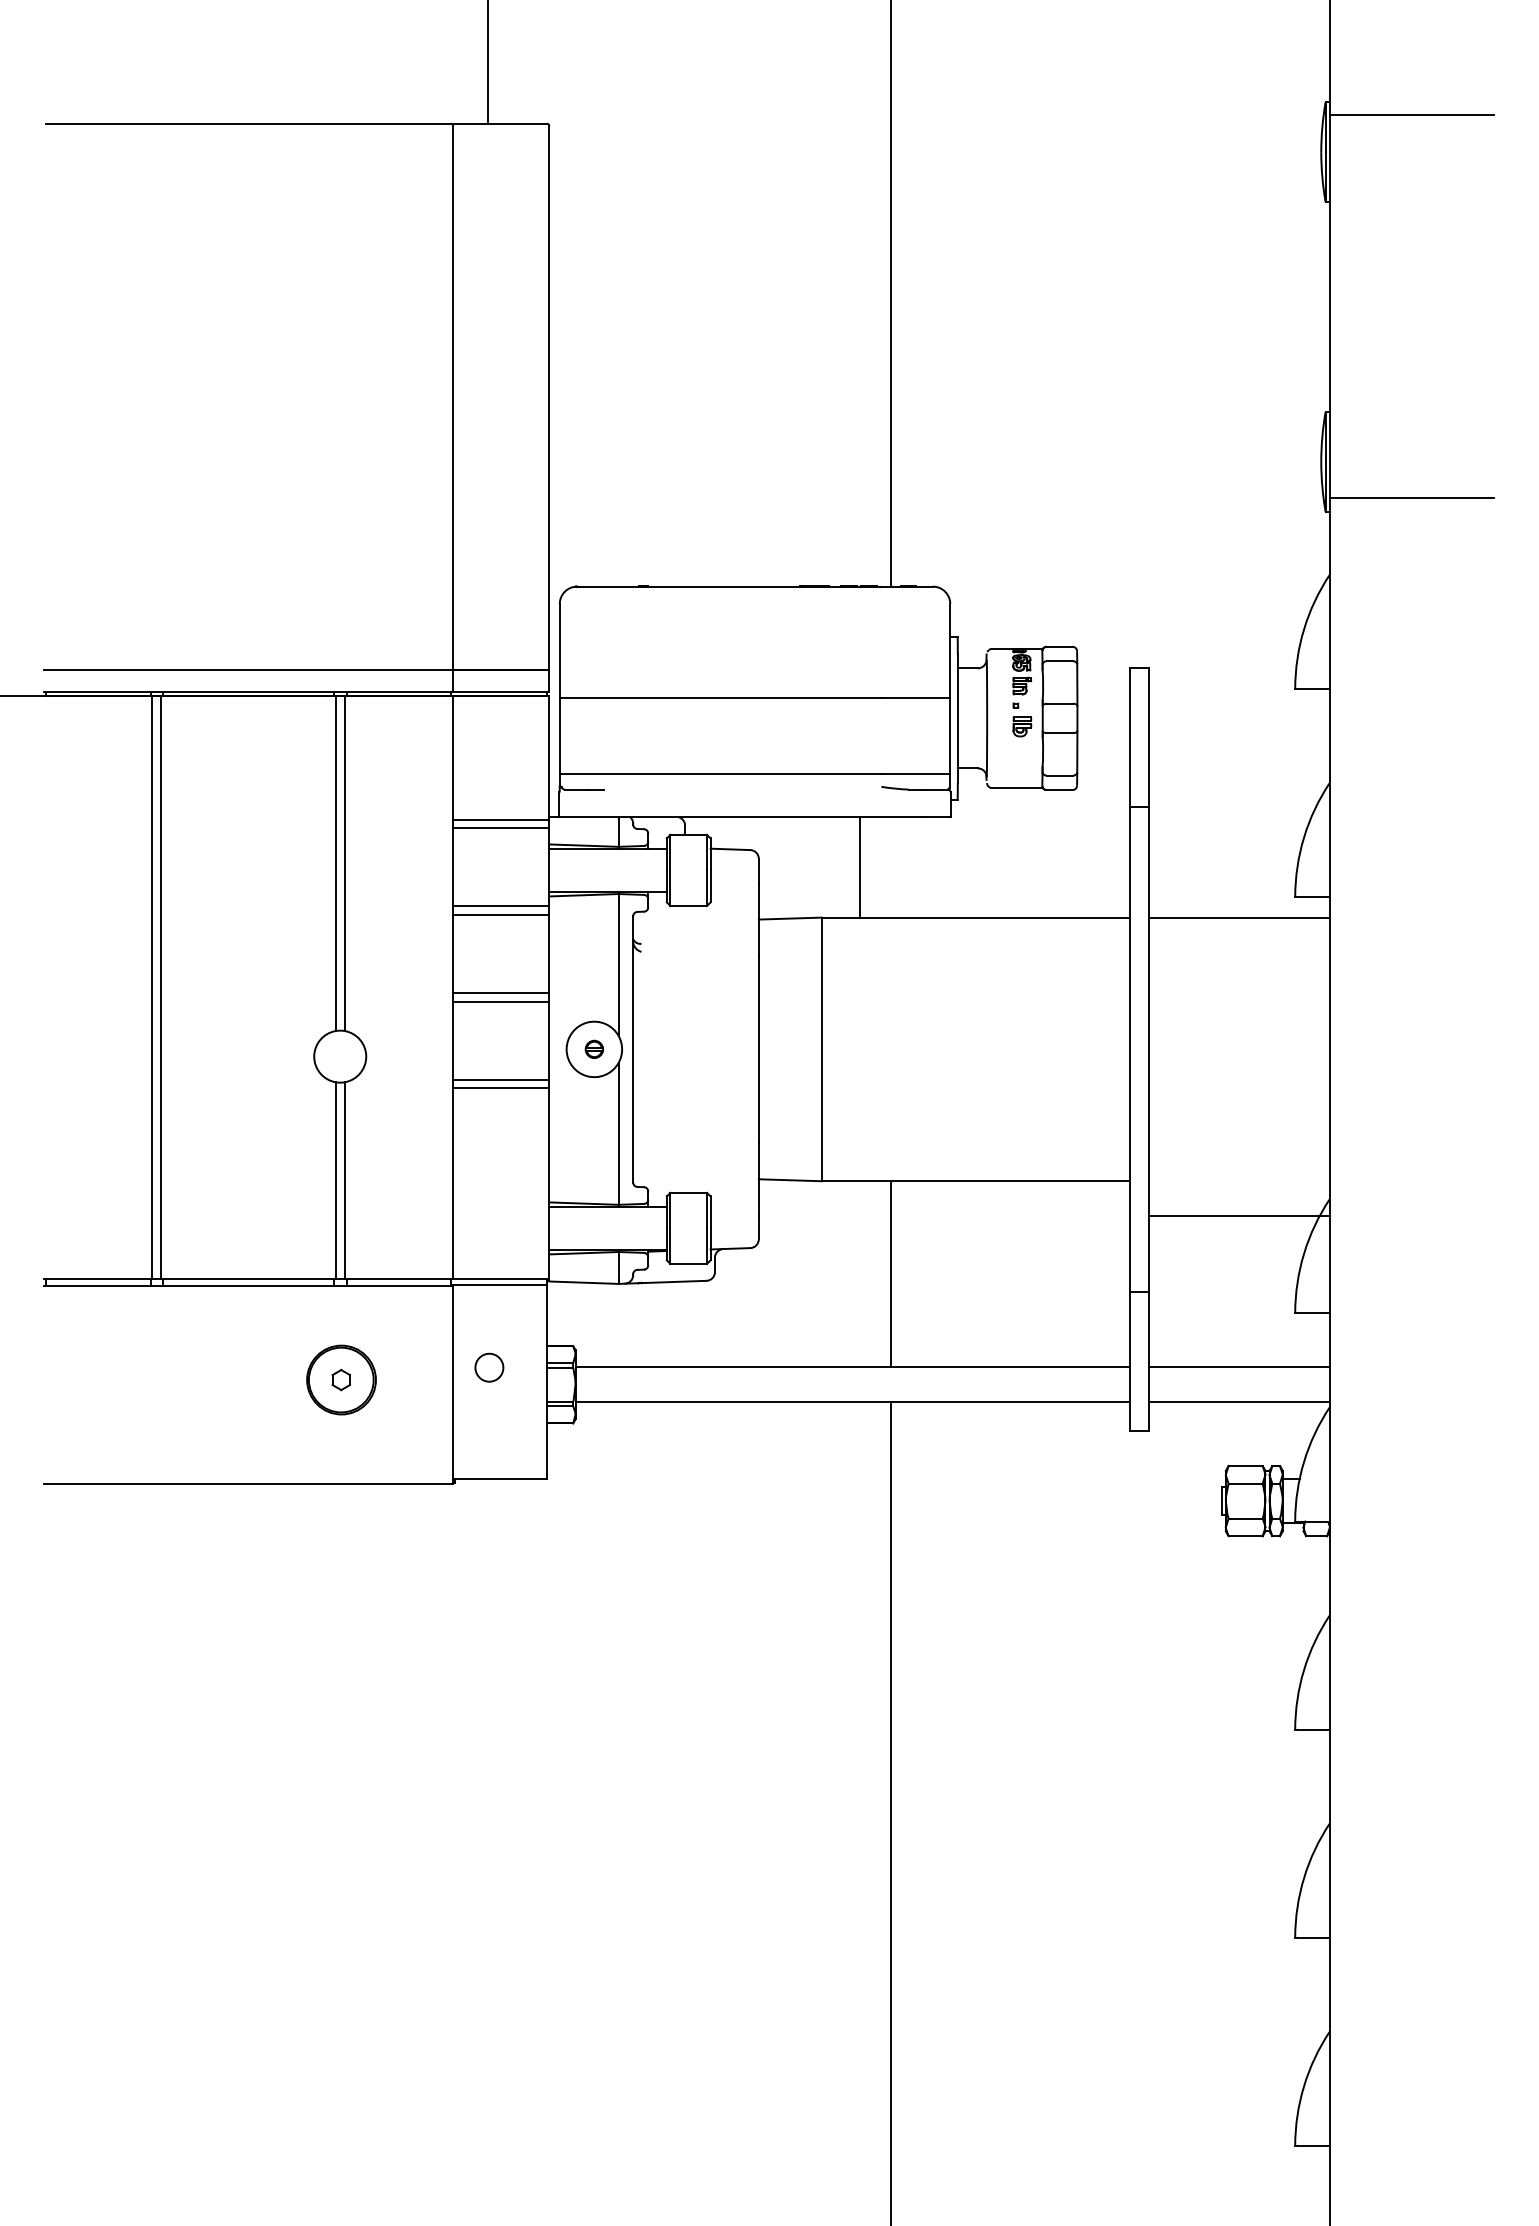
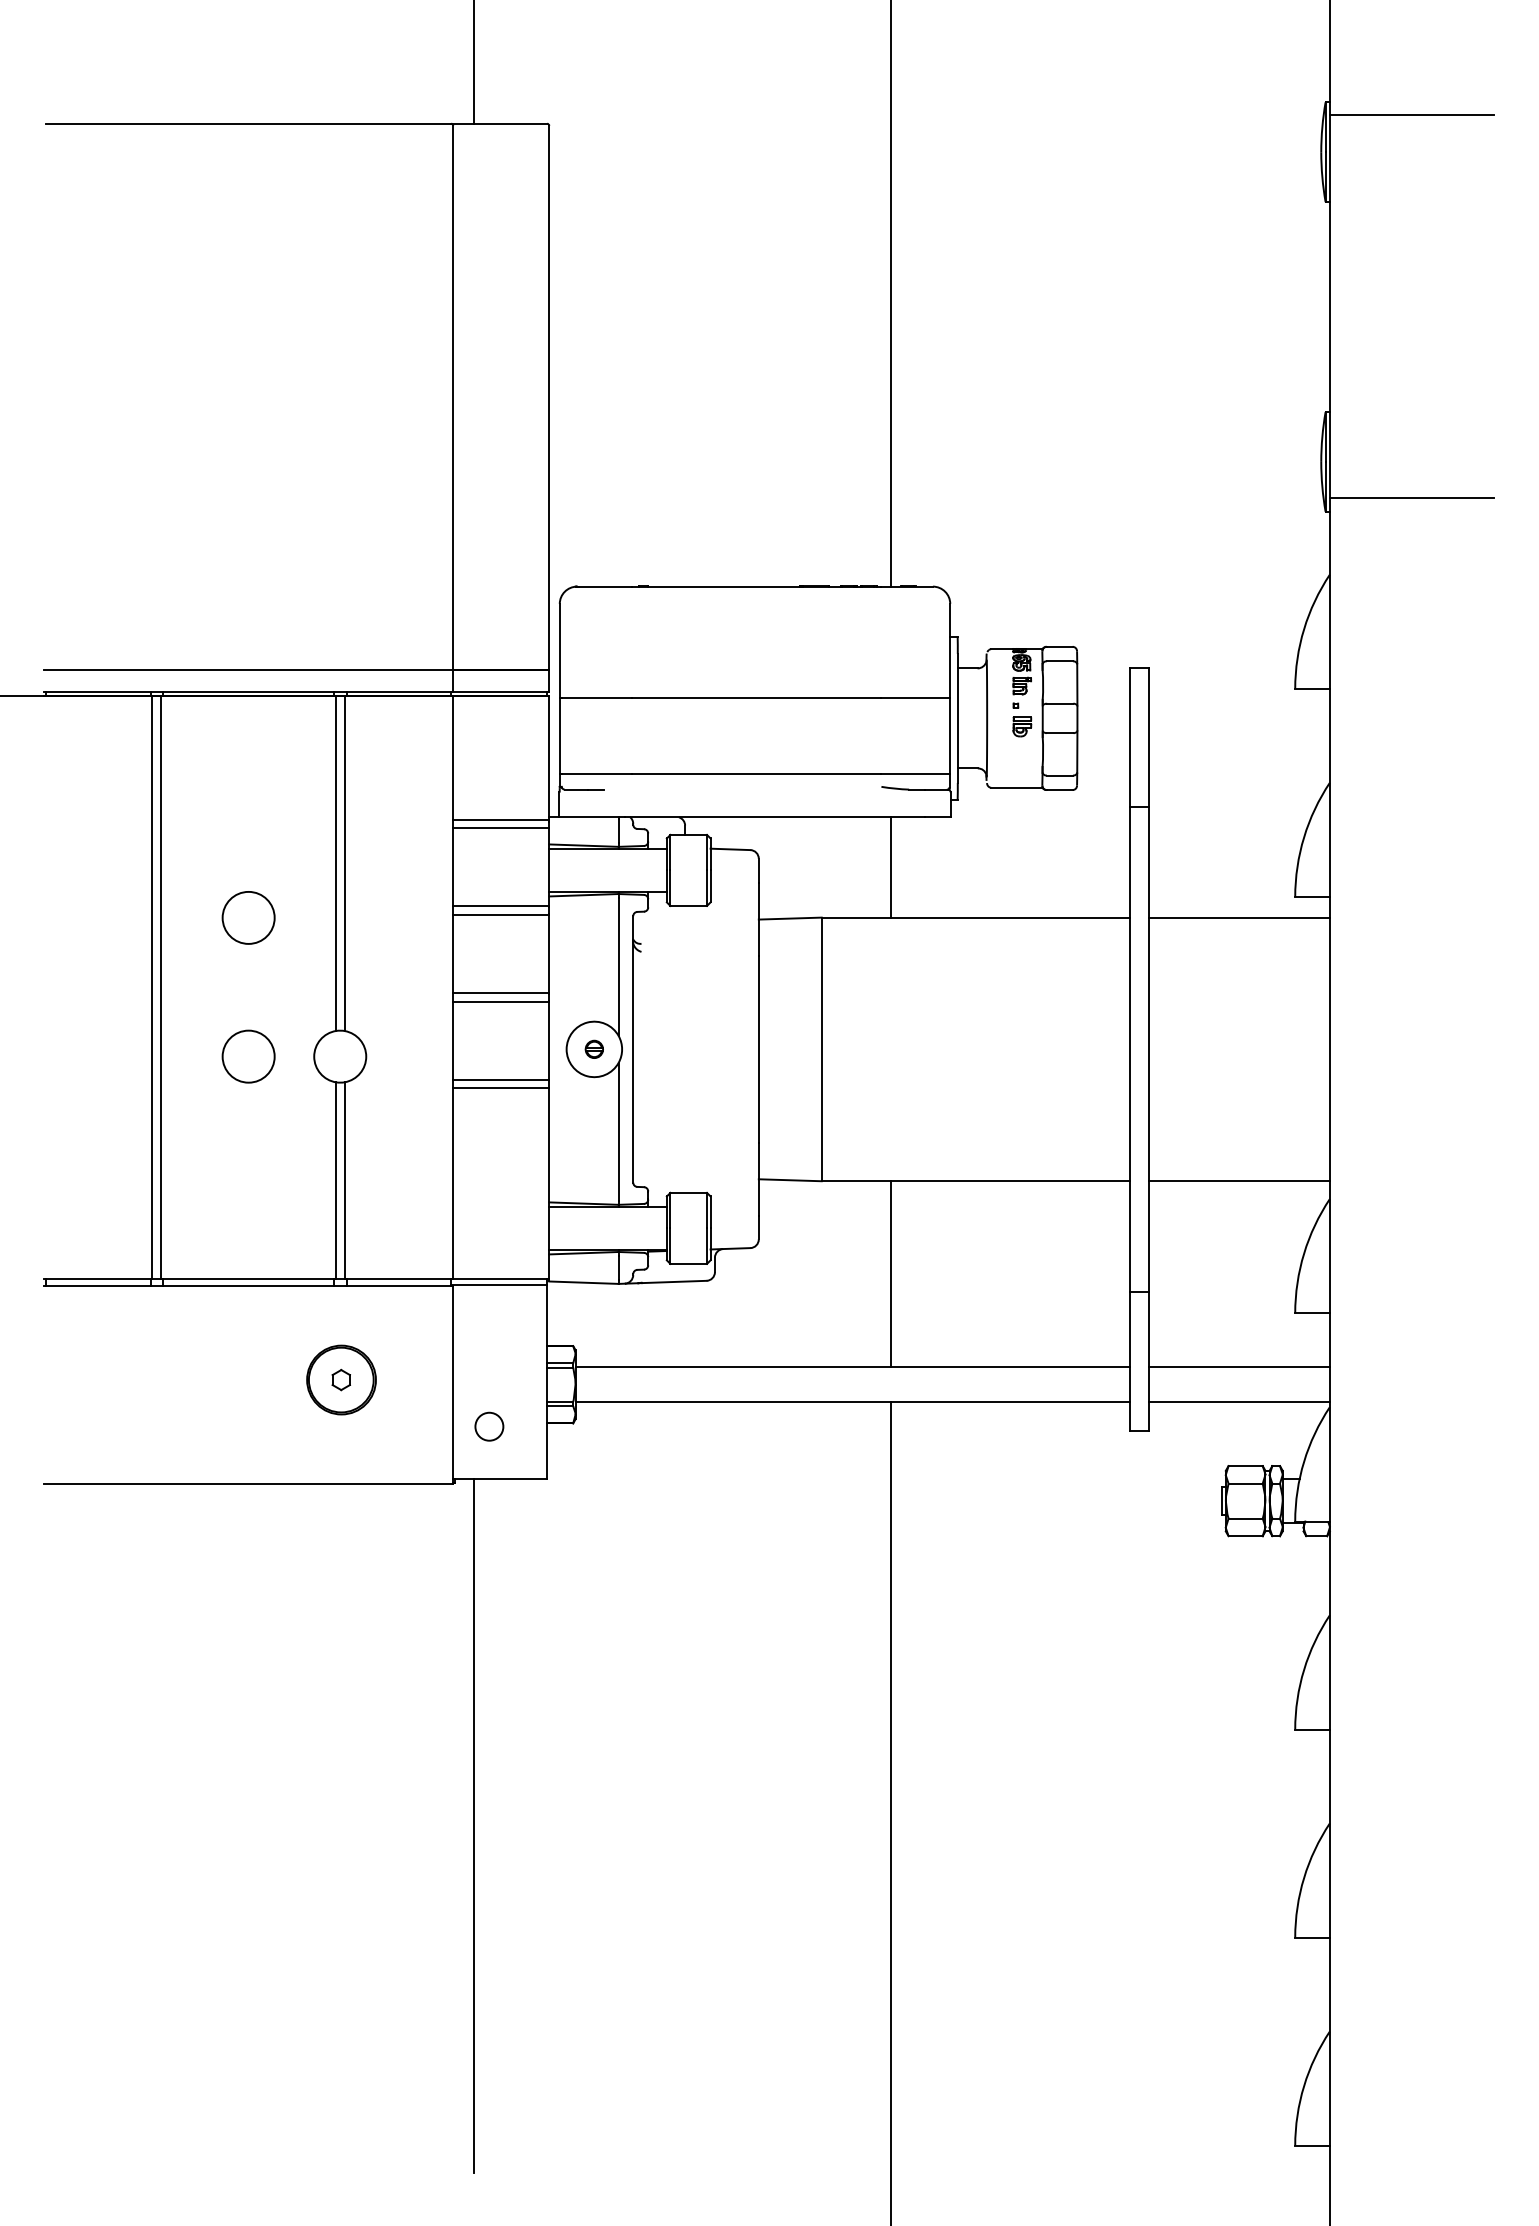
line at (488, 62) position: (488, 62) -> (474, 62)
line at (859, 867) position: (859, 867) -> (890, 867)
circle at (248, 917): none -> present
circle at (248, 1056): none -> present
line at (1239, 1216) position: (1239, 1216) -> (1239, 1181)
circle at (489, 1367) position: (489, 1367) -> (489, 1426)
line at (474, 1825): none -> present
